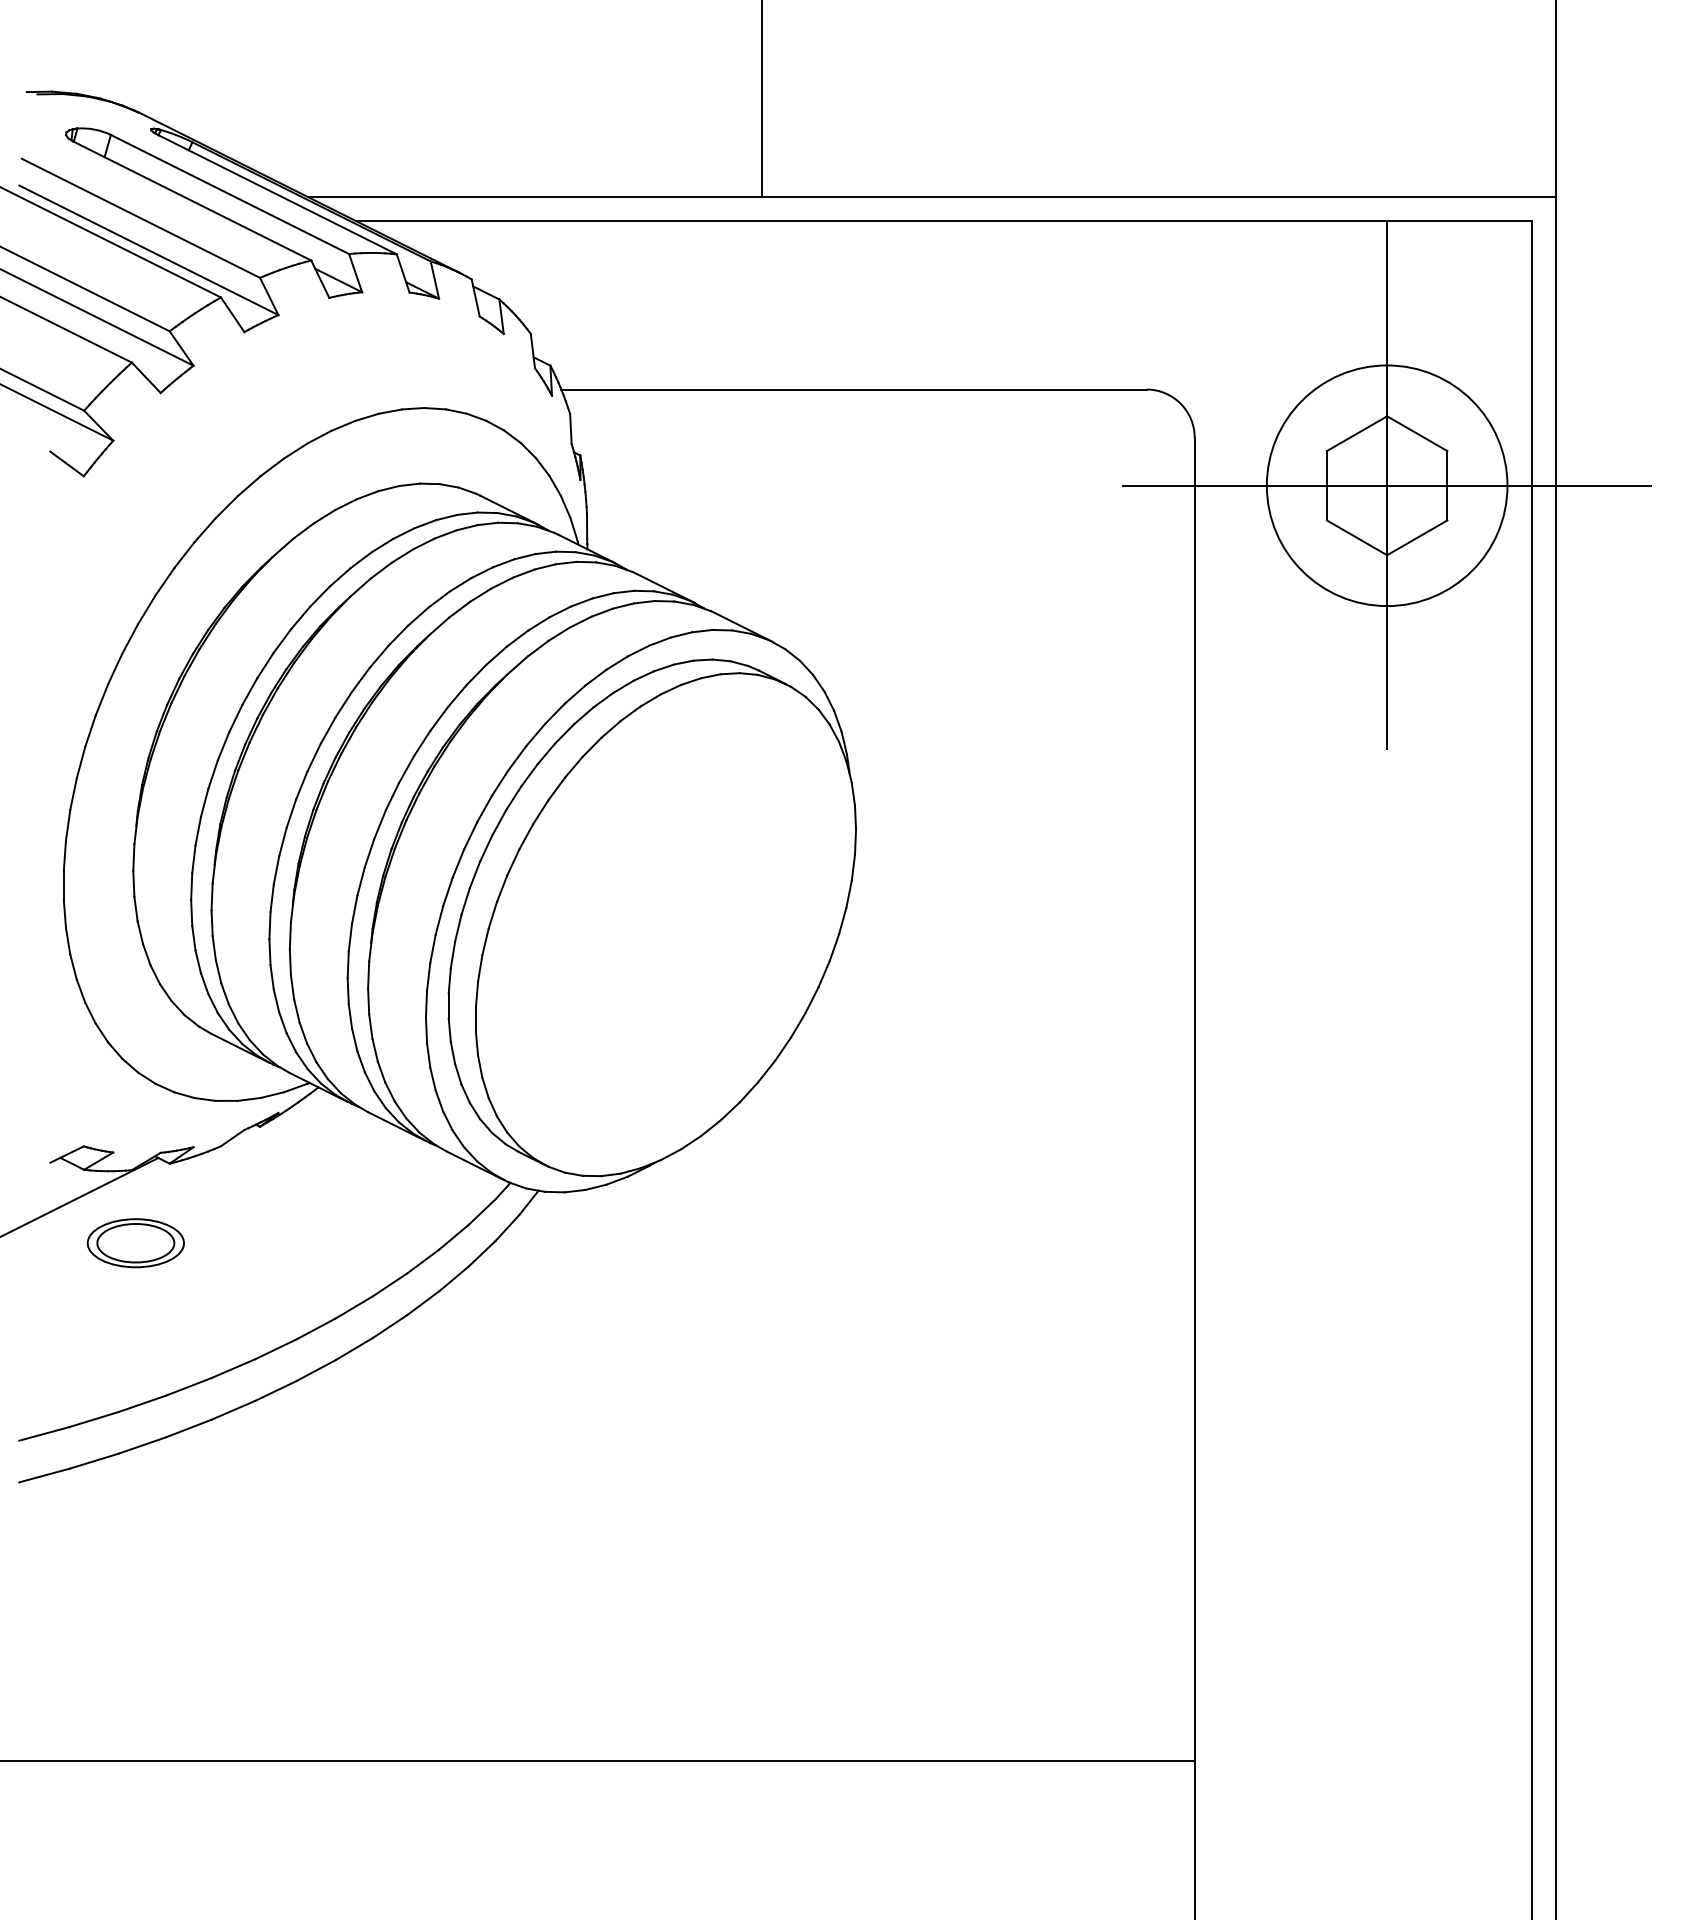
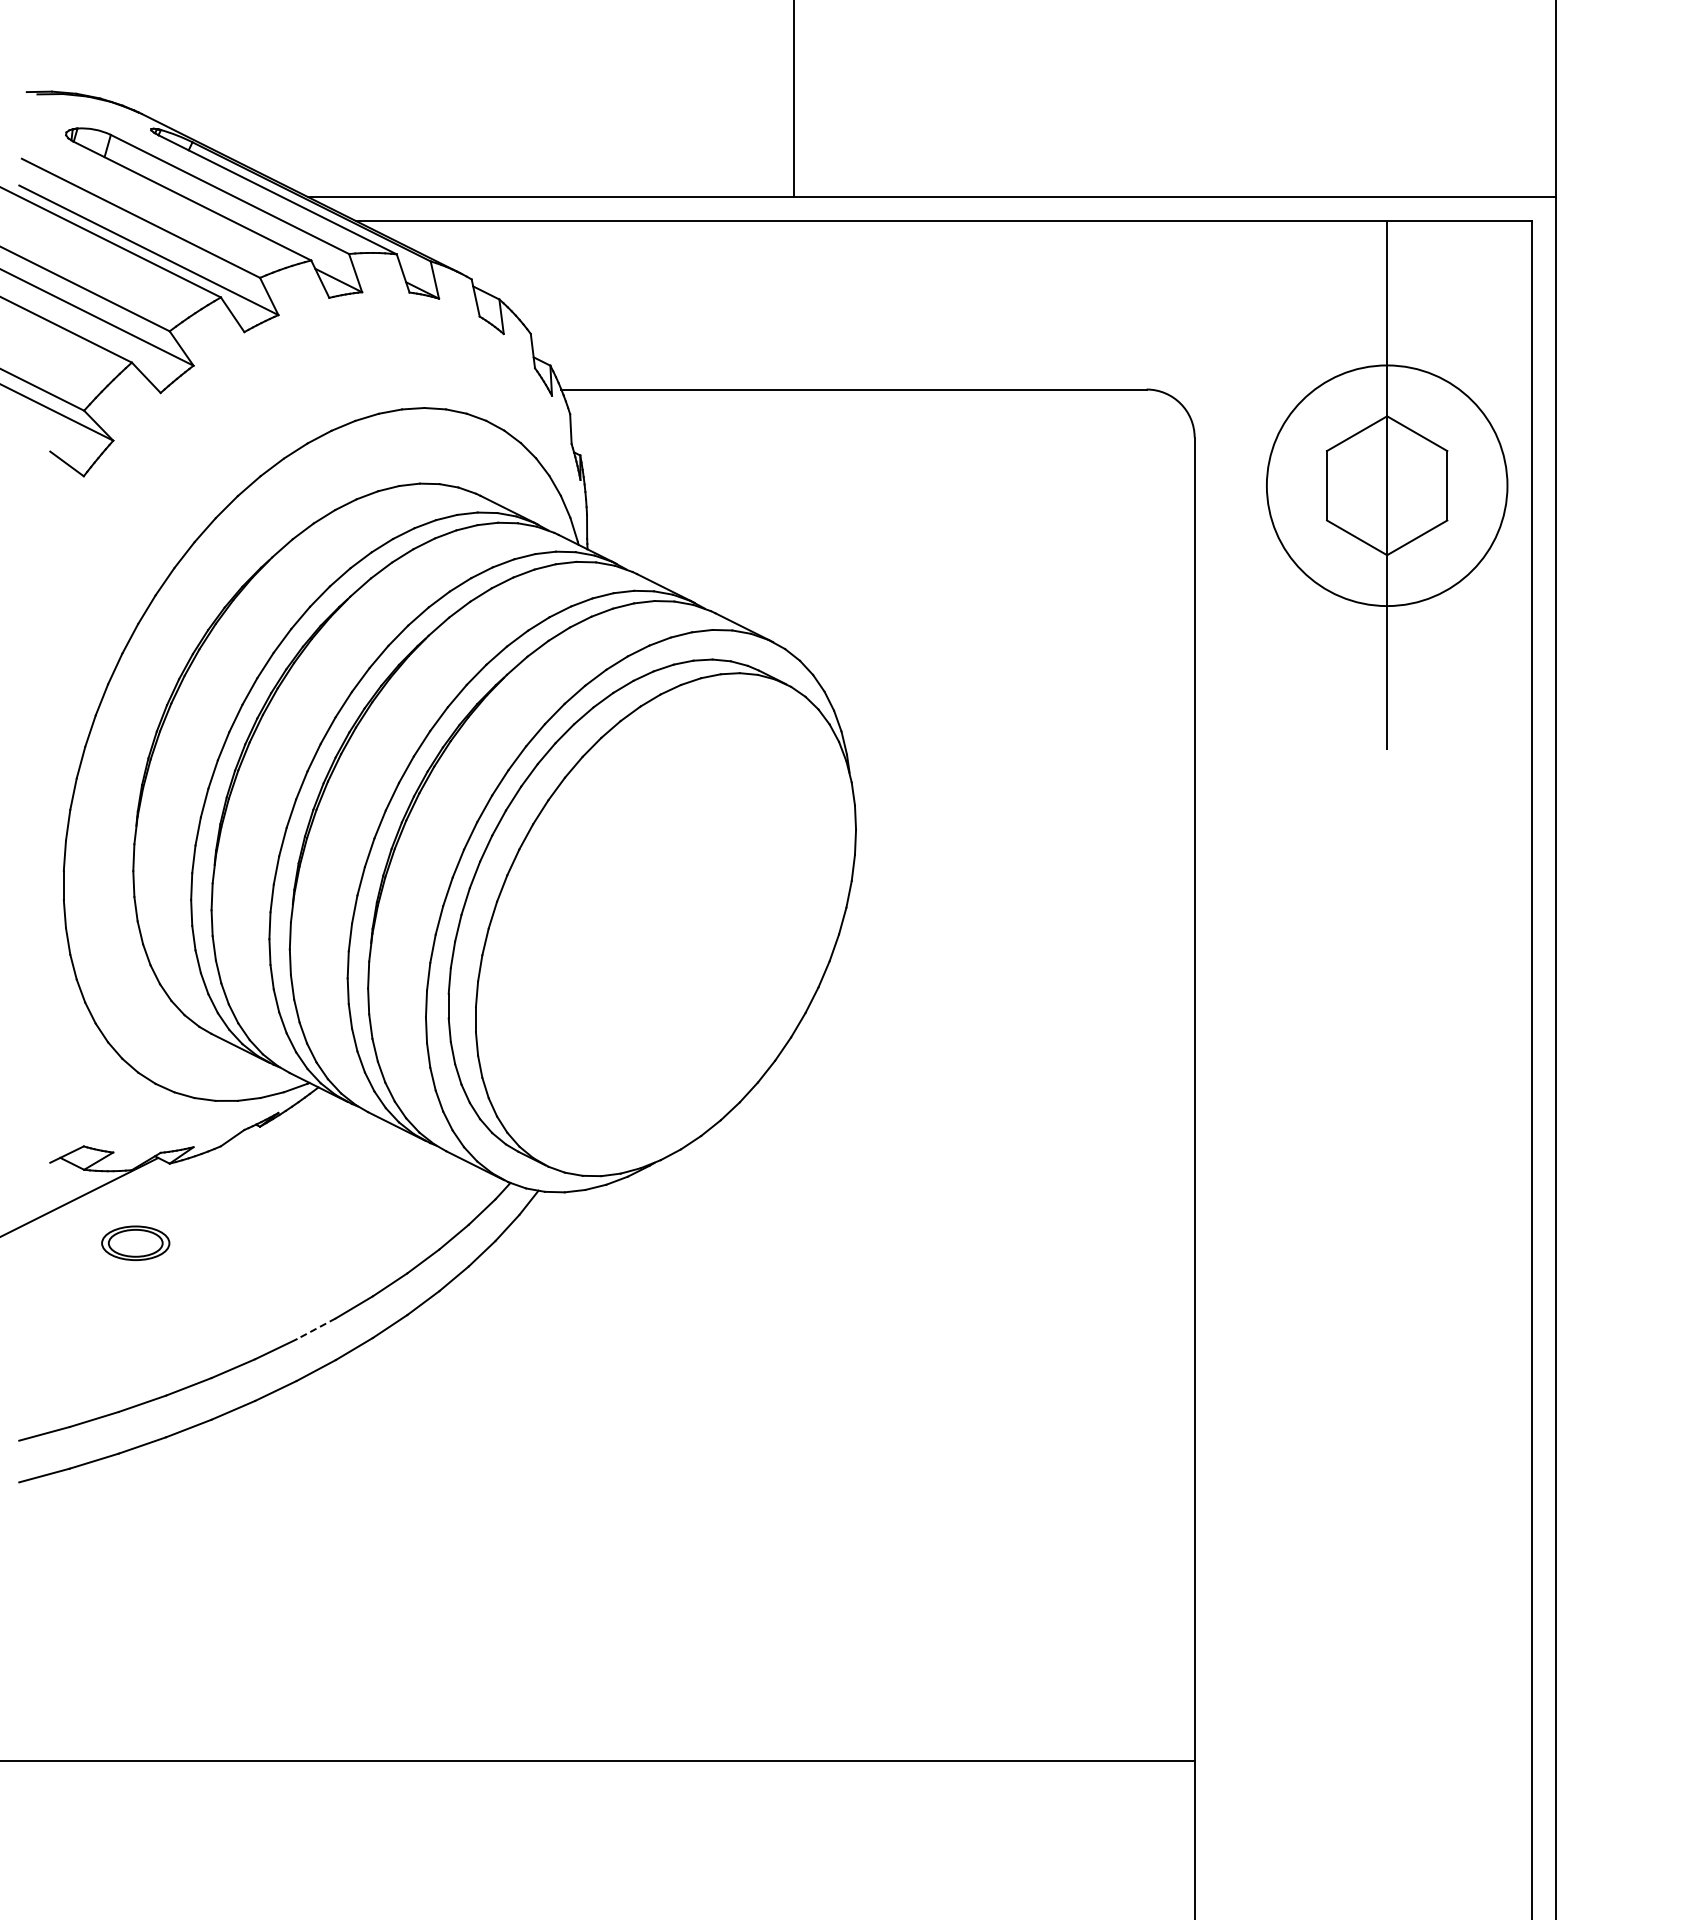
line at (761, 99) position: (761, 99) -> (793, 99)
line at (1386, 485): present -> none
part at (135, 1243) size: 99x51 px -> 70x36 px
line at (315, 1329): solid -> dashed
